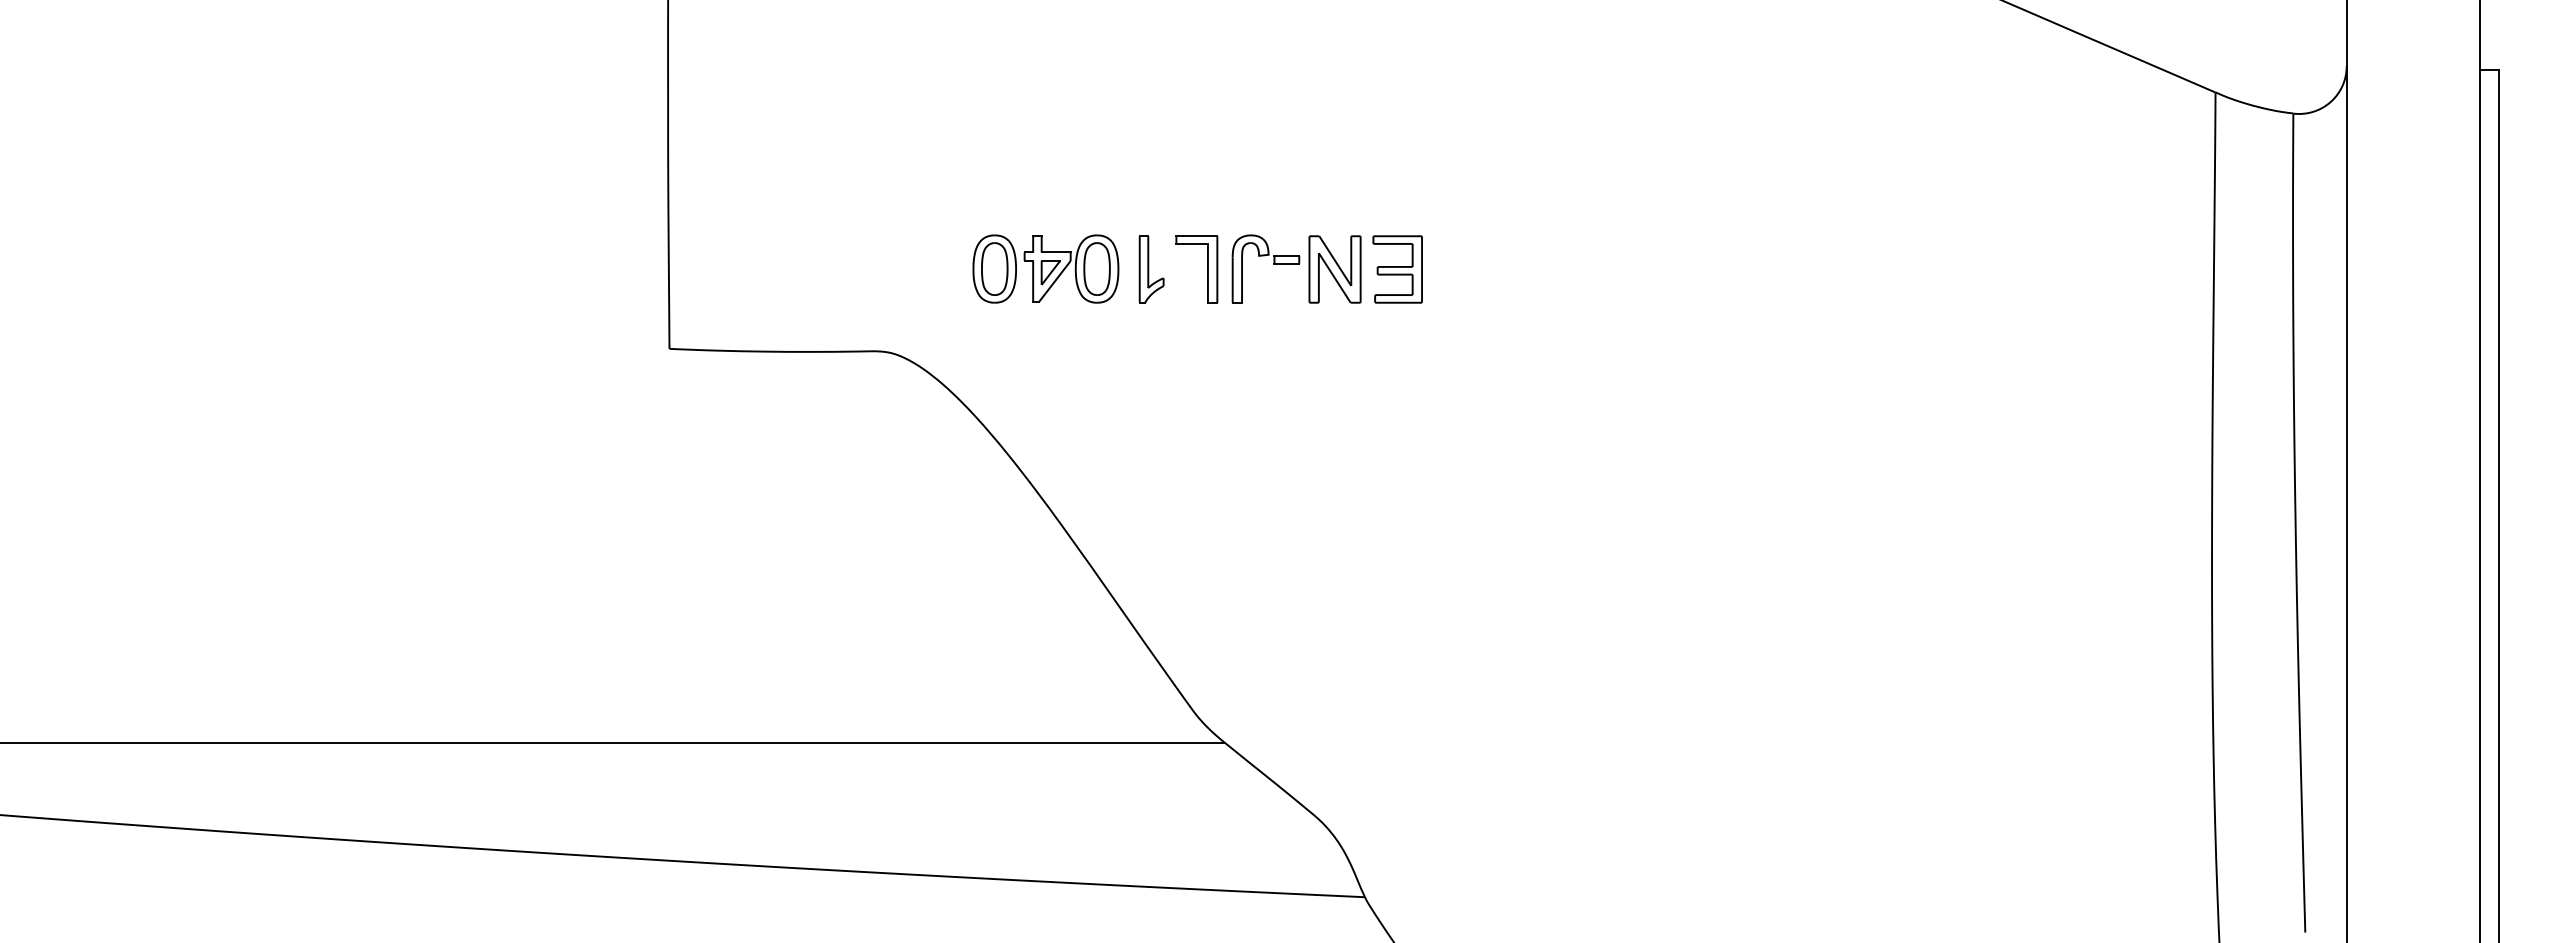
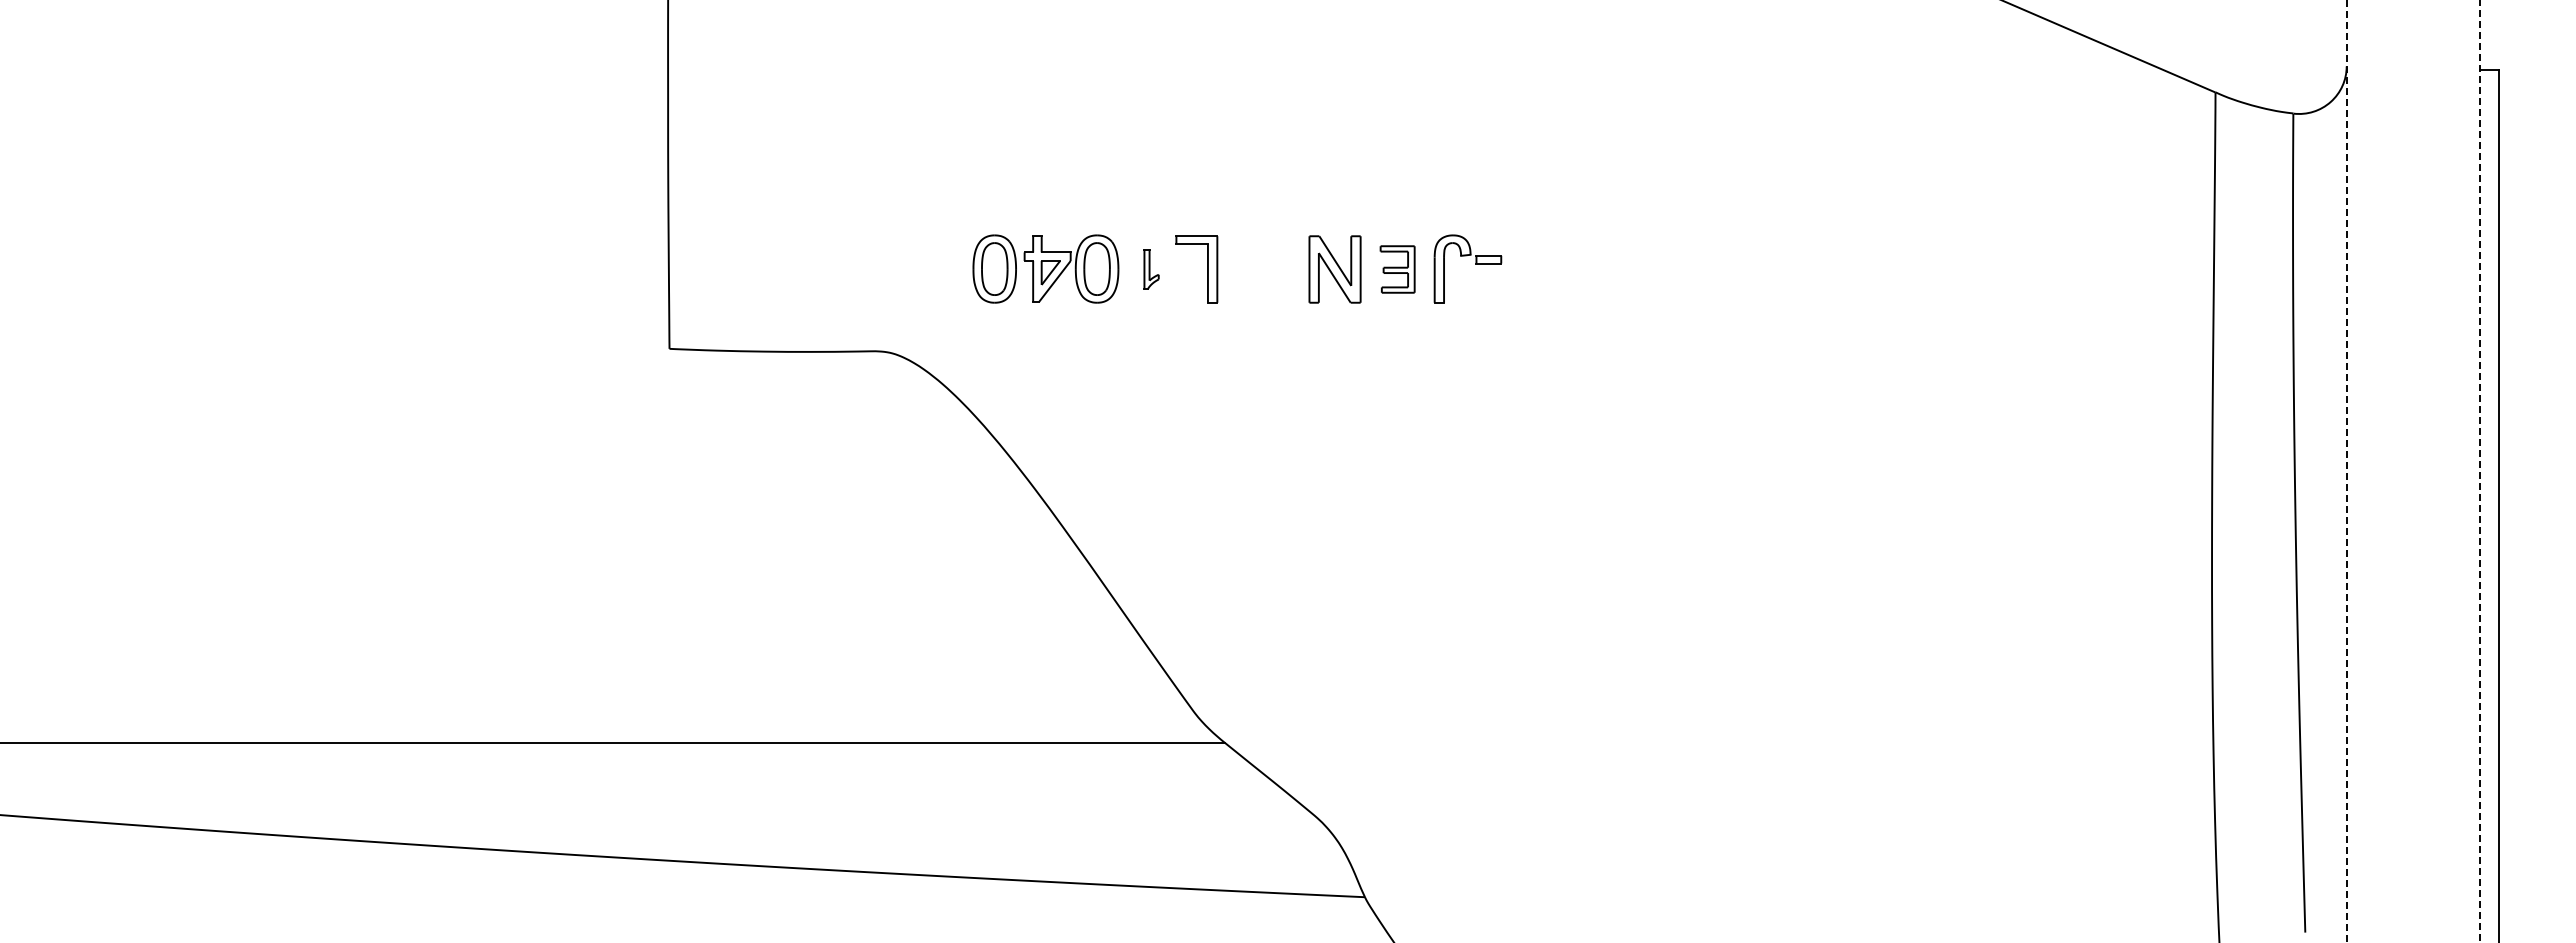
part at (1273, 264) position: (1273, 264) -> (1475, 264)
part at (1151, 269) size: 27x69 px -> 17x41 px
part at (1397, 269) size: 51x69 px -> 37x49 px
line at (2346, 471): solid -> dashed
line at (2479, 472): solid -> dashed
